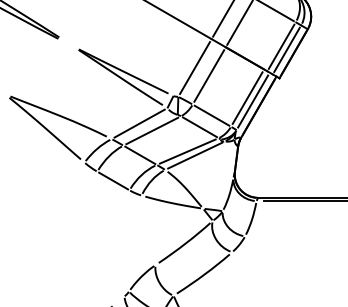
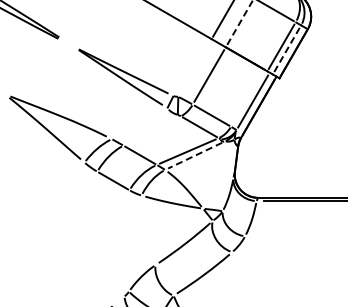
line at (240, 22): solid -> dashed
line at (287, 49): solid -> dashed
line at (195, 67): present -> none
line at (247, 97): present -> none
line at (139, 123): present -> none
line at (152, 130): present -> none
line at (195, 155): solid -> dashed
